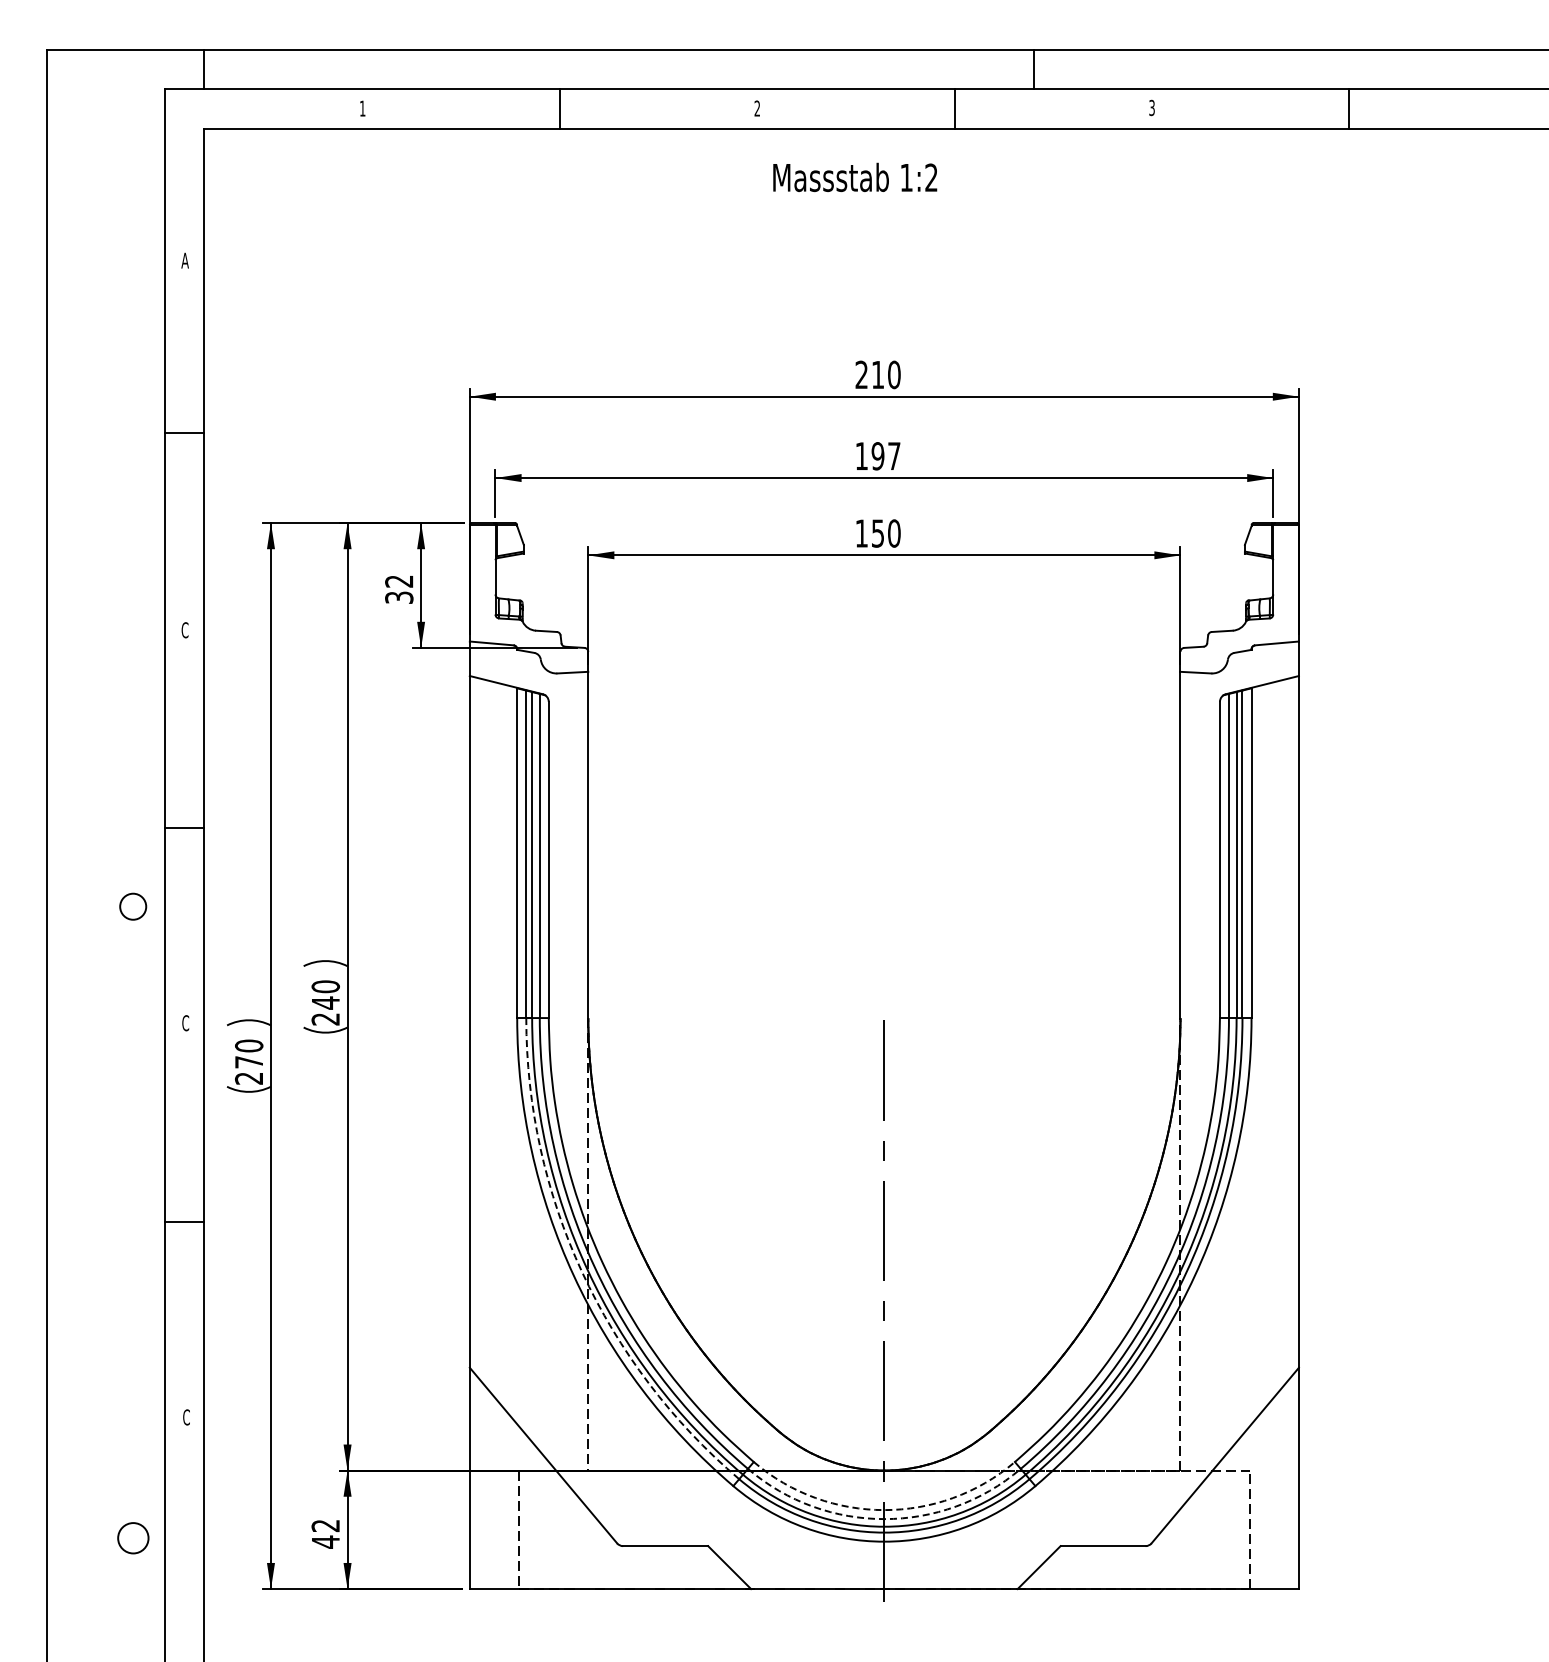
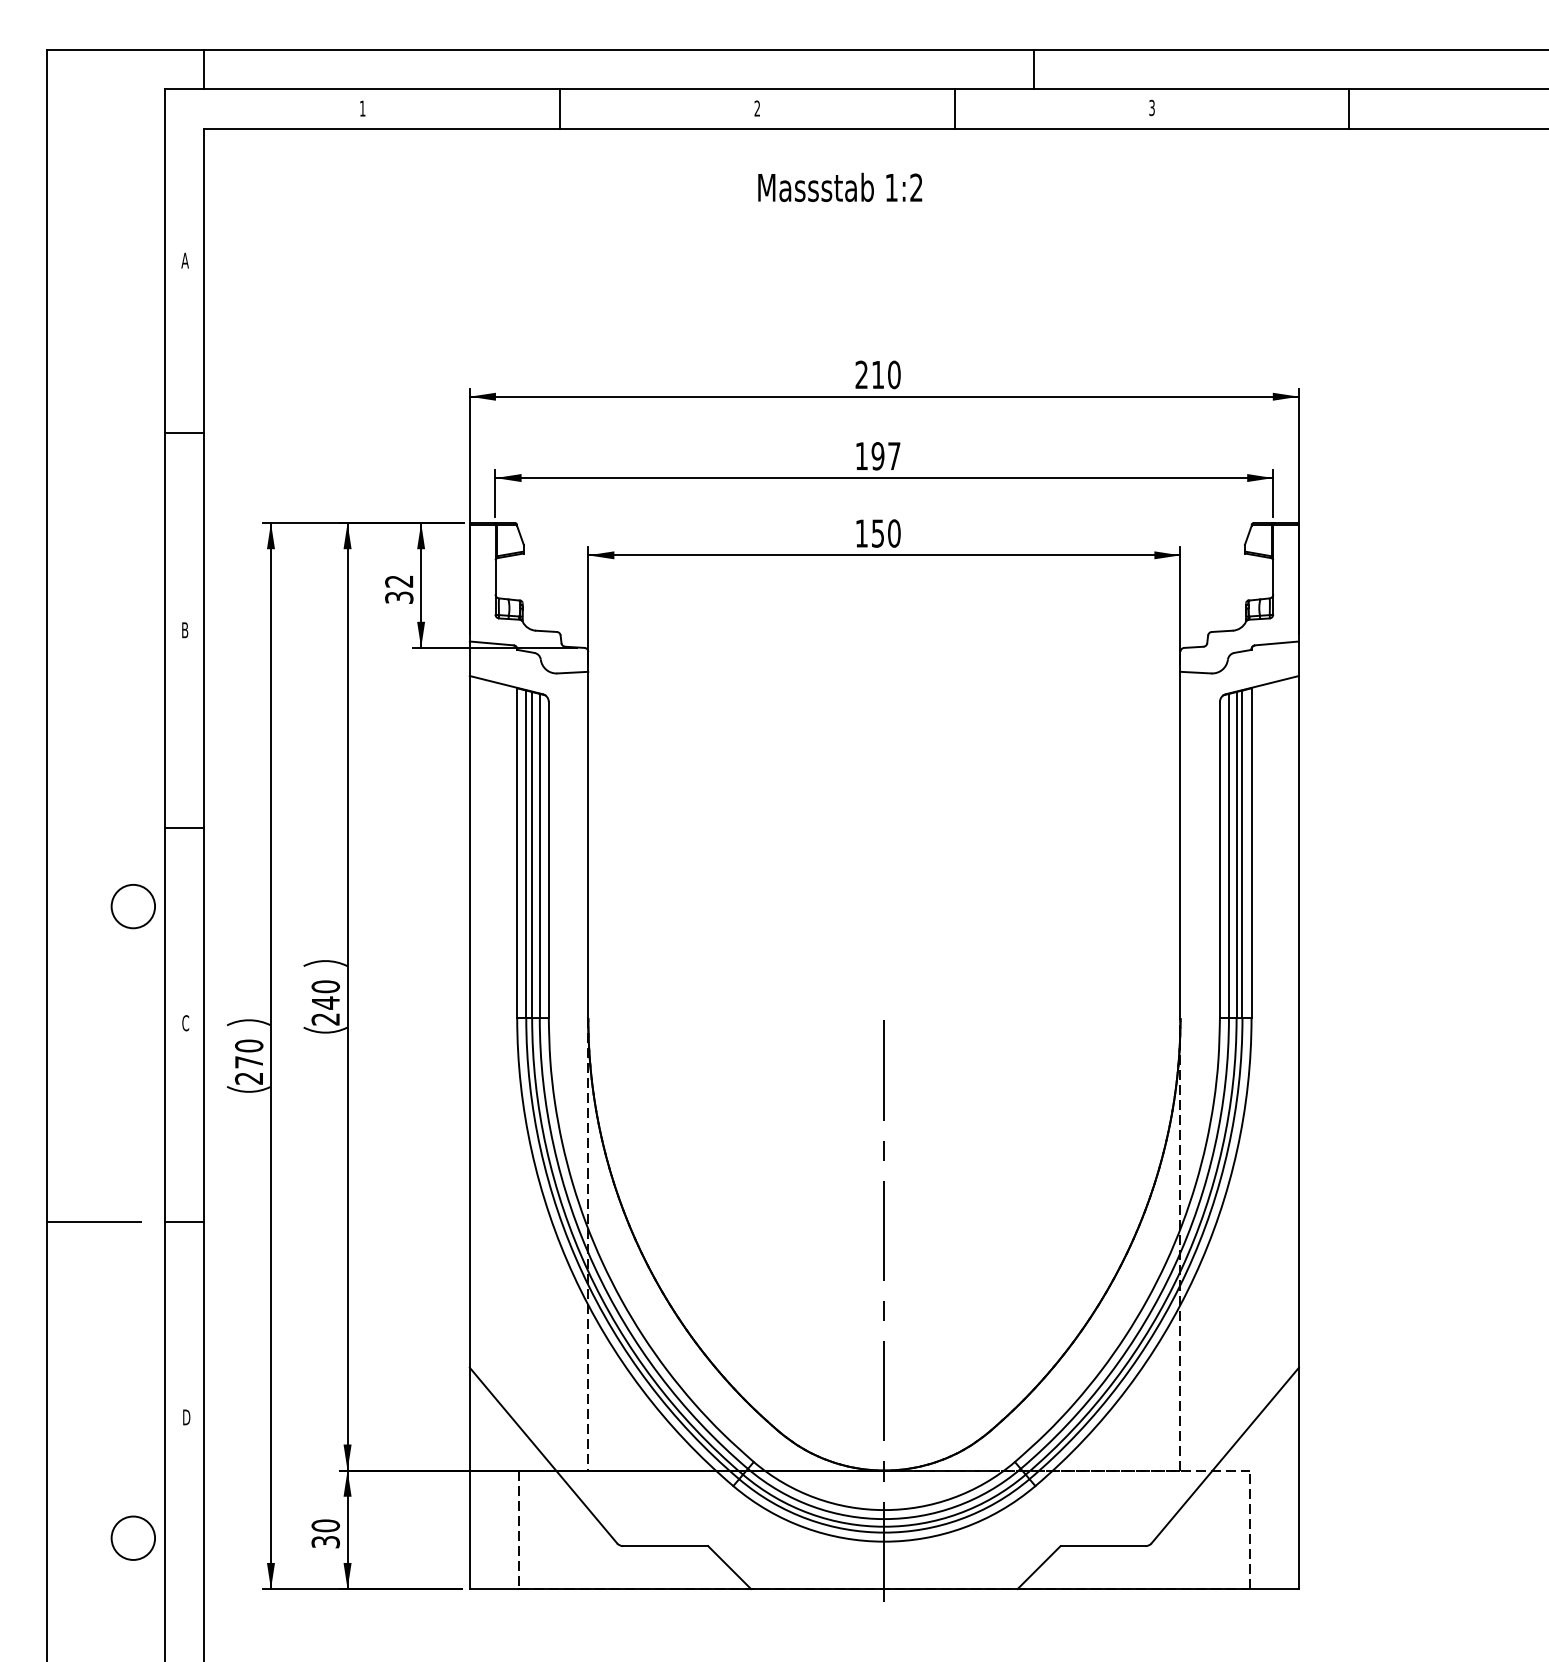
text at (855, 177) position: (855, 177) -> (840, 187)
text at (184, 630): C -> B
circle at (133, 906) size: 29x29 px -> 46x46 px
line at (93, 1222): none -> present
arc at (582, 1272): dashed -> solid
text at (186, 1417): C -> D
arc at (884, 1510): dashed -> solid
arc at (884, 1519): dashed -> solid
text at (325, 1533): 42 -> 30
circle at (133, 1538) diameter: 30 px -> 43 px
